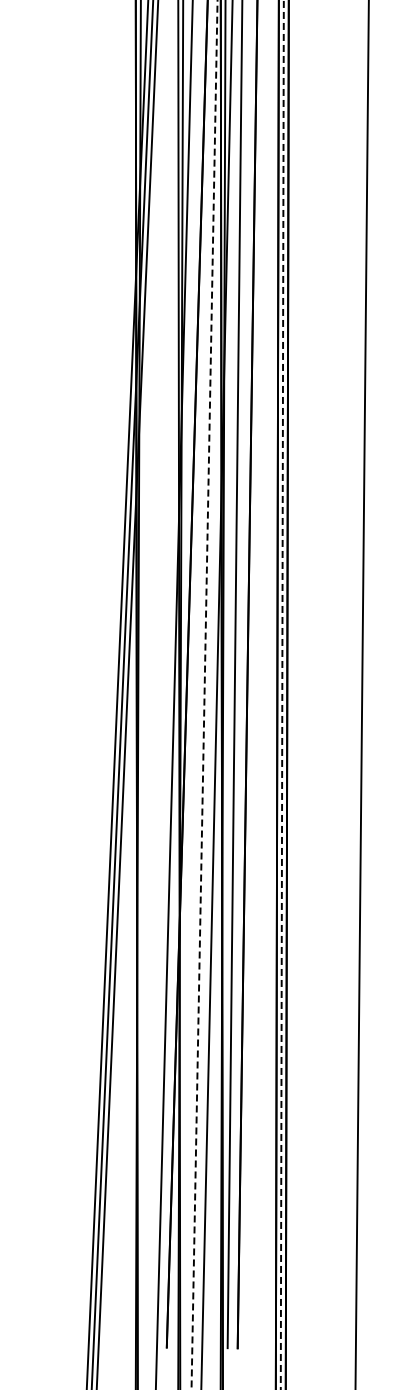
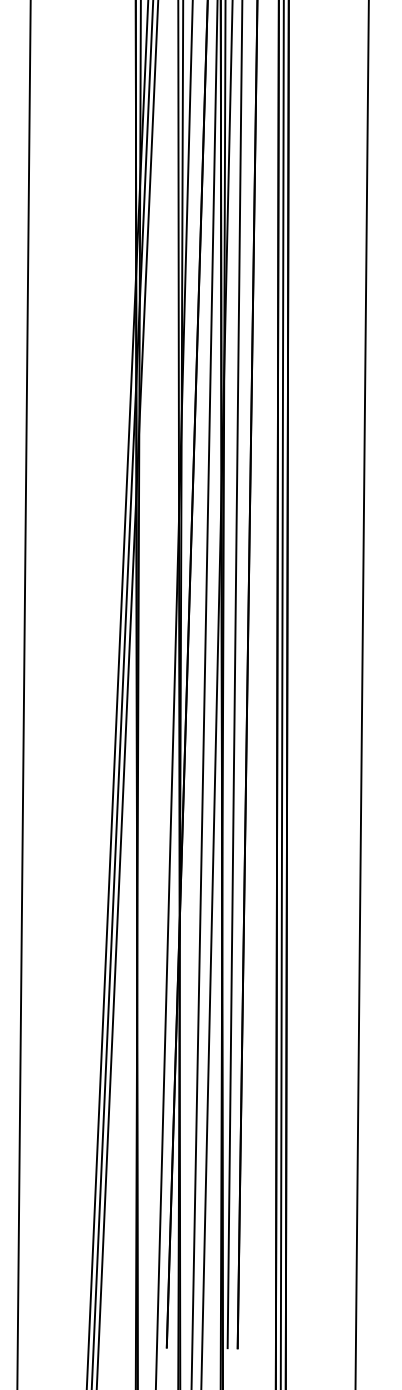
line at (23, 694): none -> present
line at (204, 694): dashed -> solid
line at (282, 694): dashed -> solid
